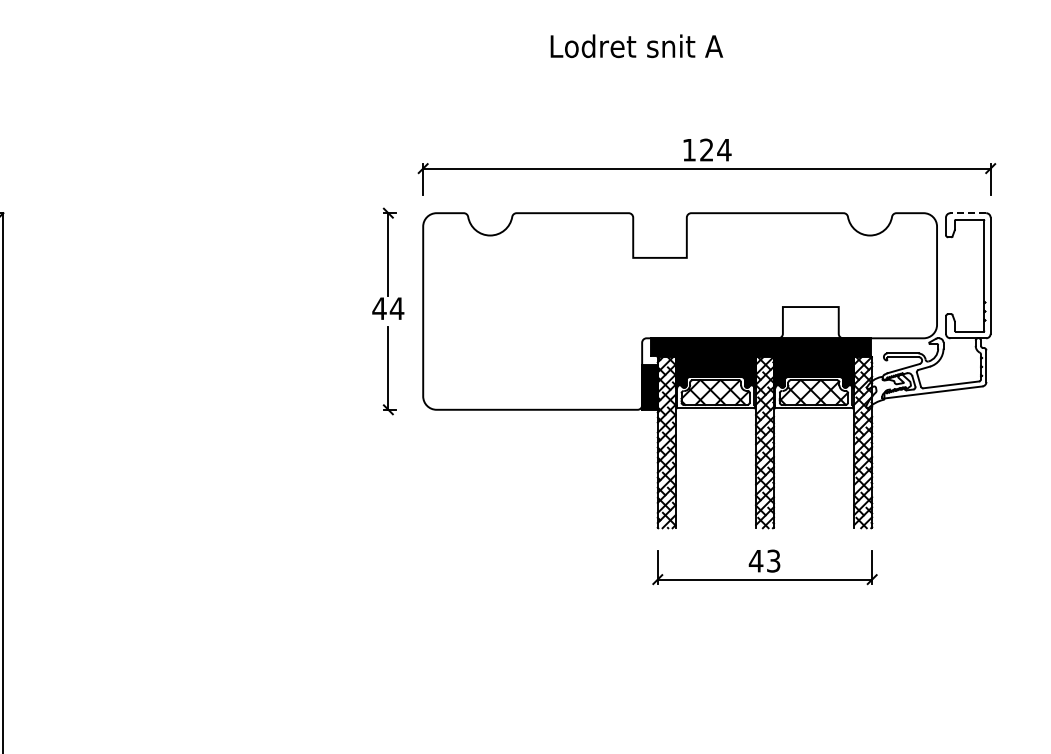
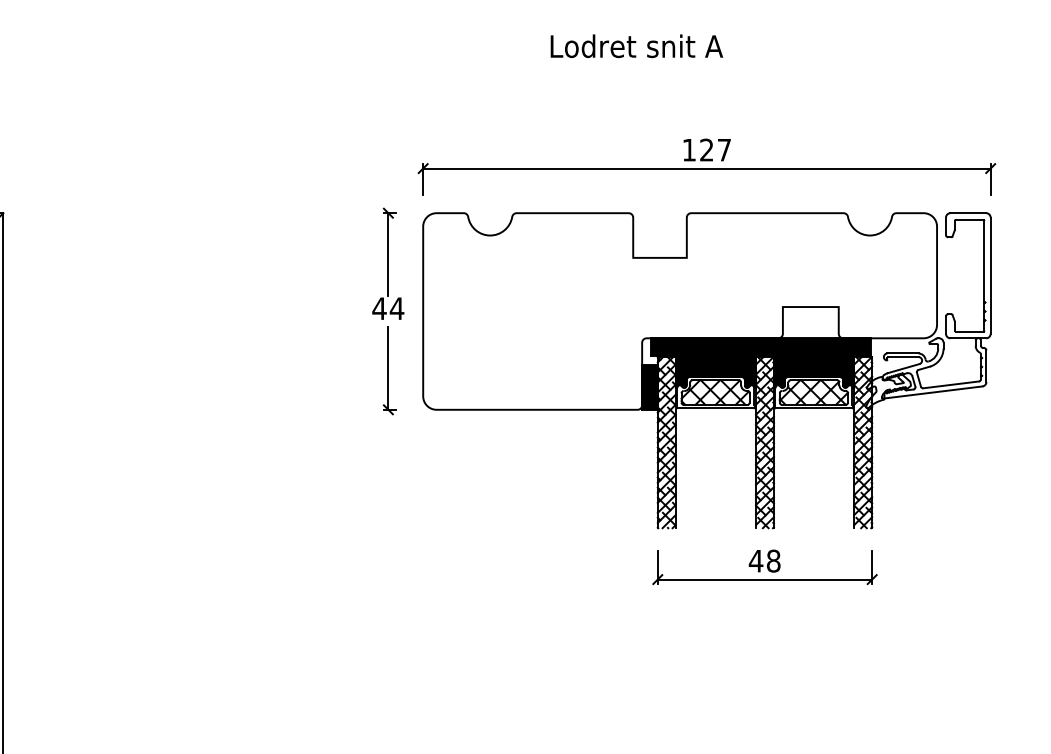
text at (724, 150): 124 -> 127
line at (968, 213): dashed -> solid
text at (773, 560): 43 -> 48
